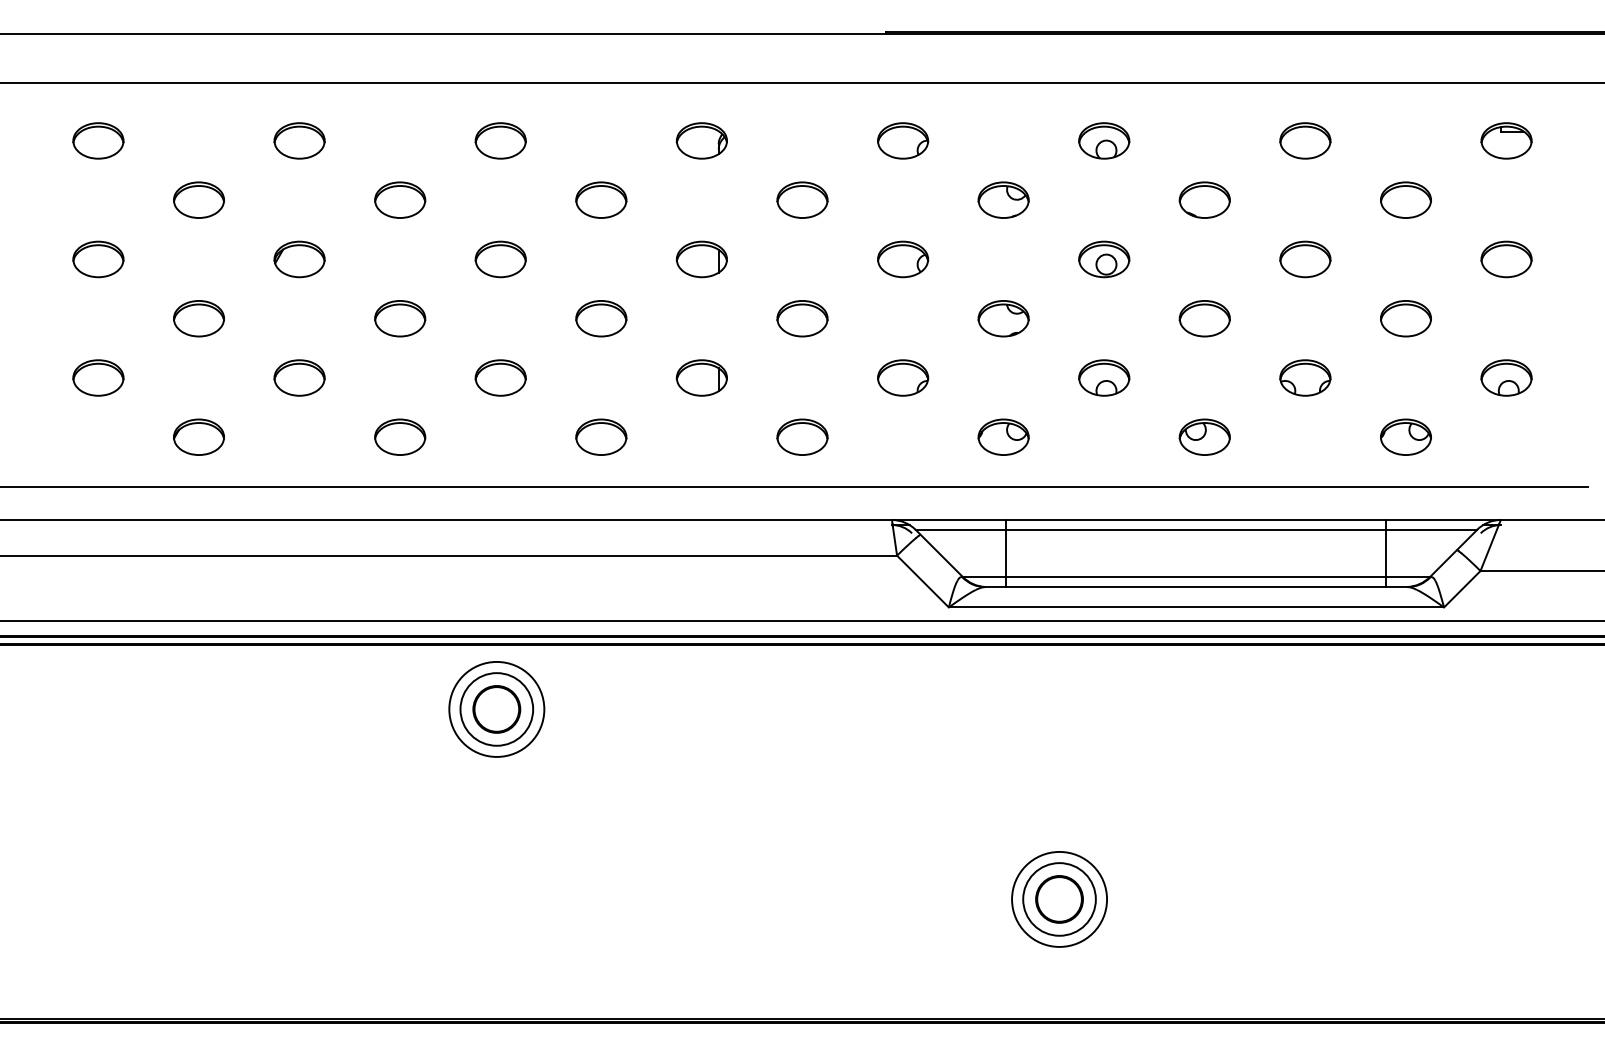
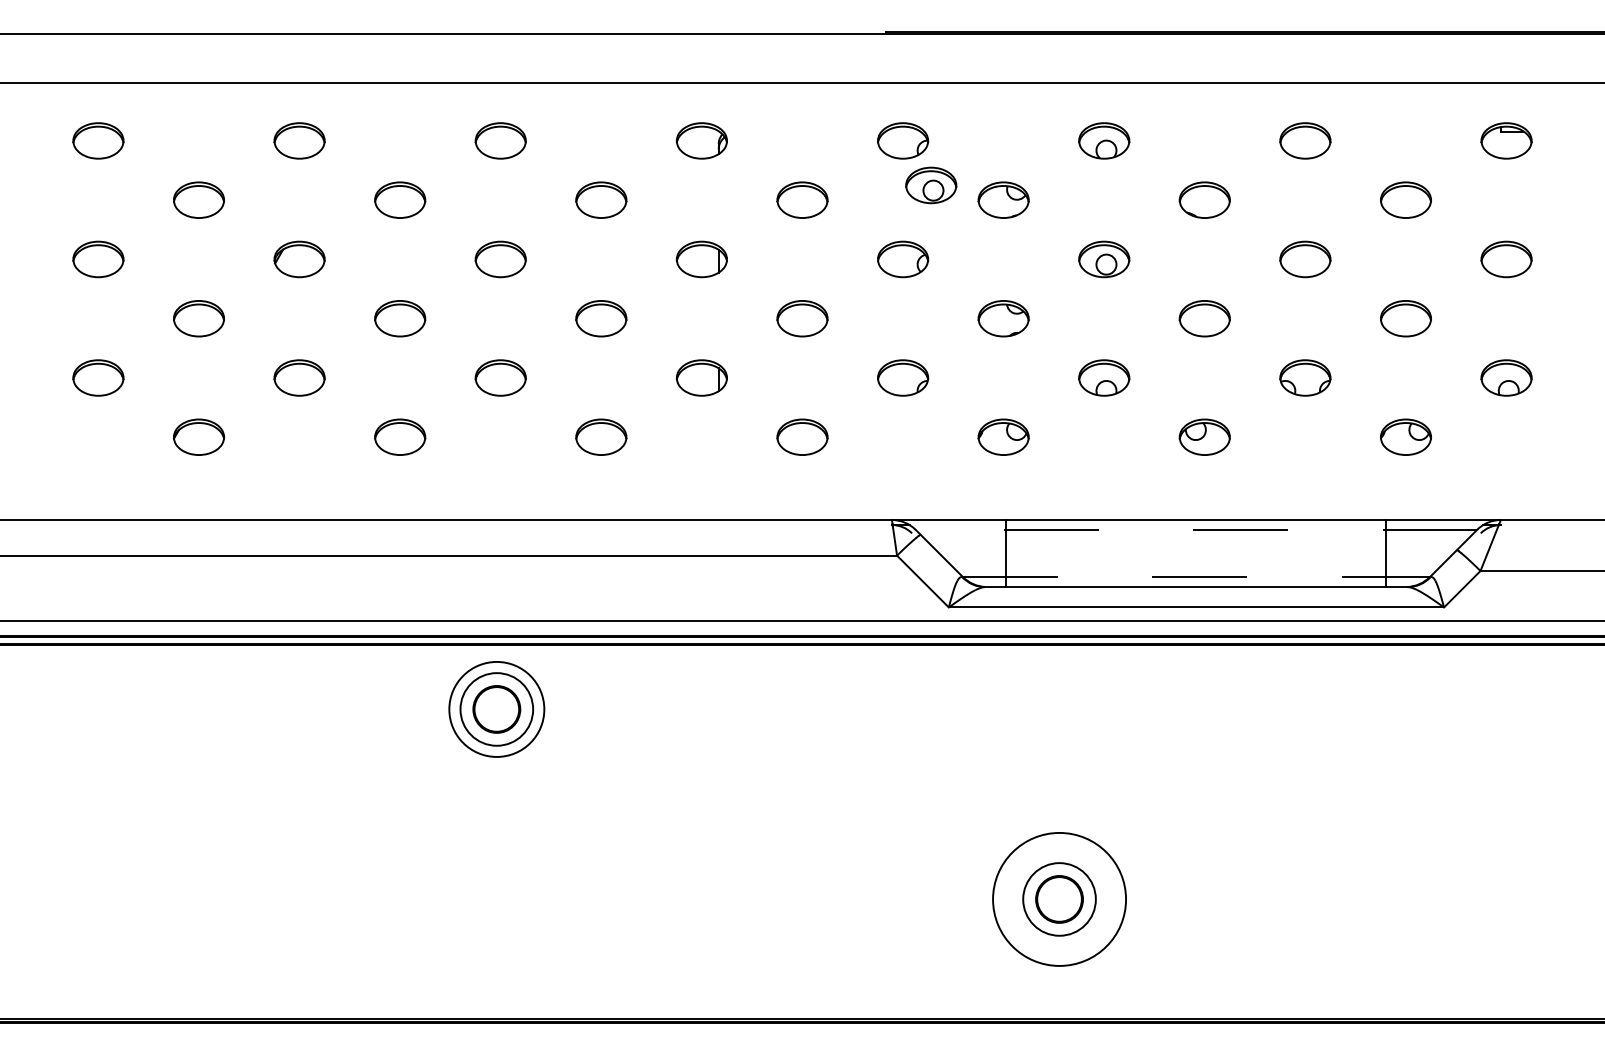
part at (931, 185): none -> present
line at (794, 487): present -> none
line at (1196, 529): solid -> dashed
line at (1196, 577): solid -> dashed
circle at (1059, 898) diameter: 95 px -> 133 px
